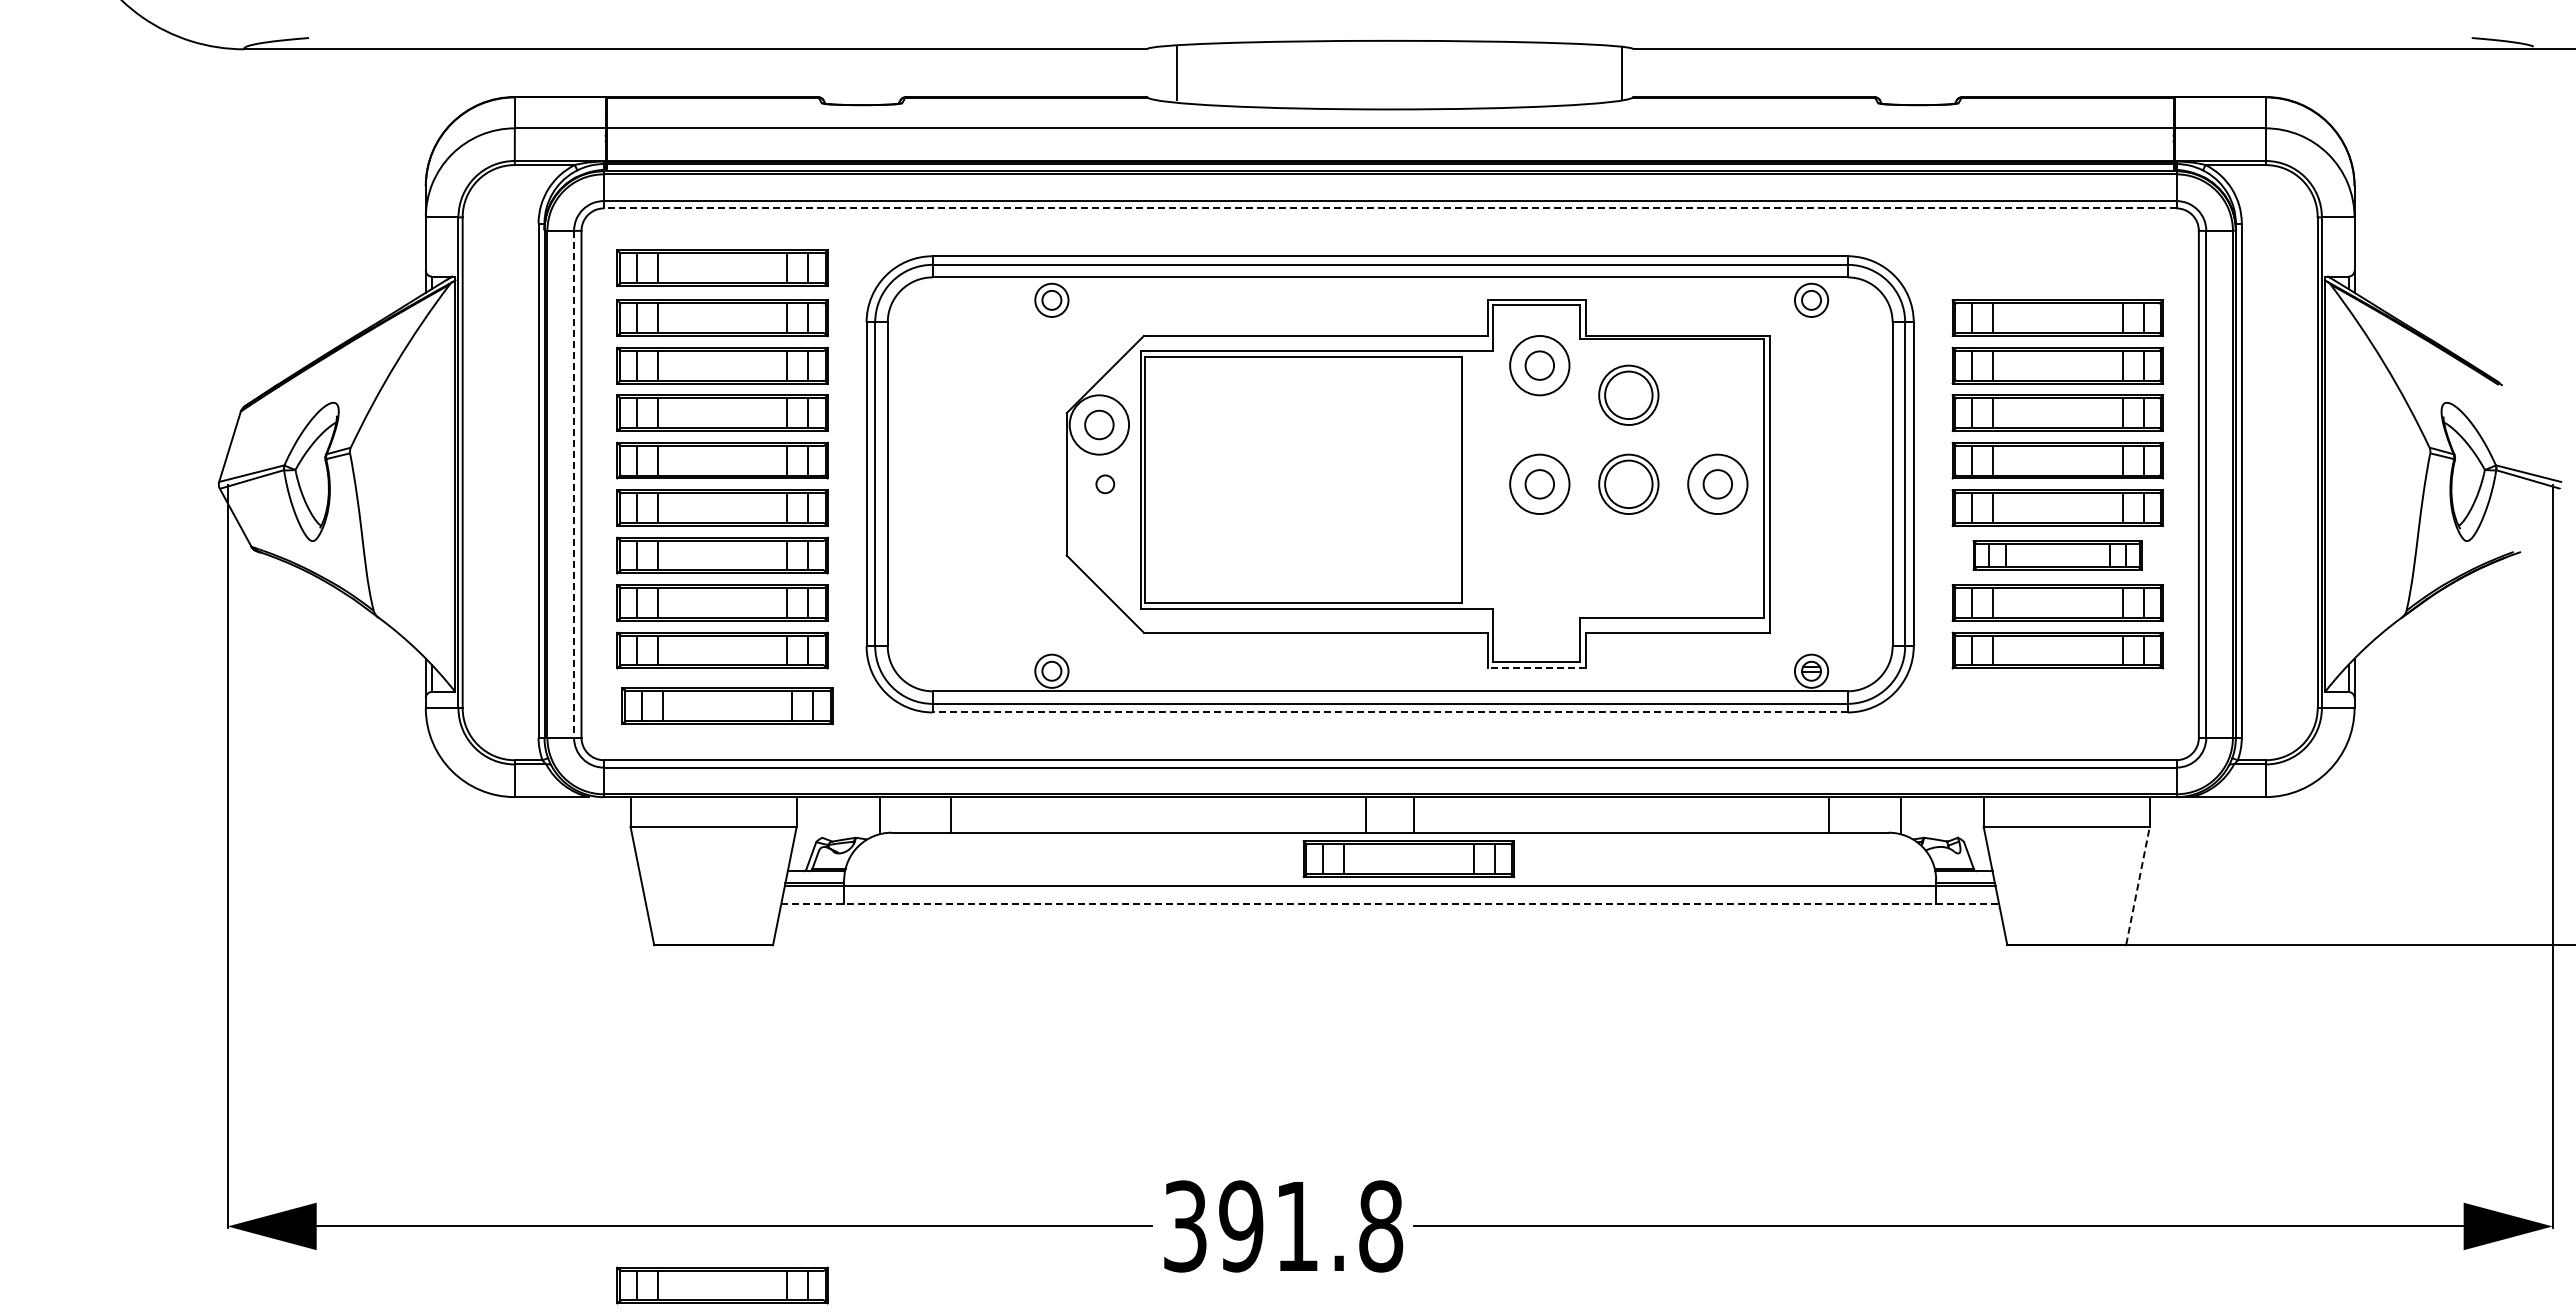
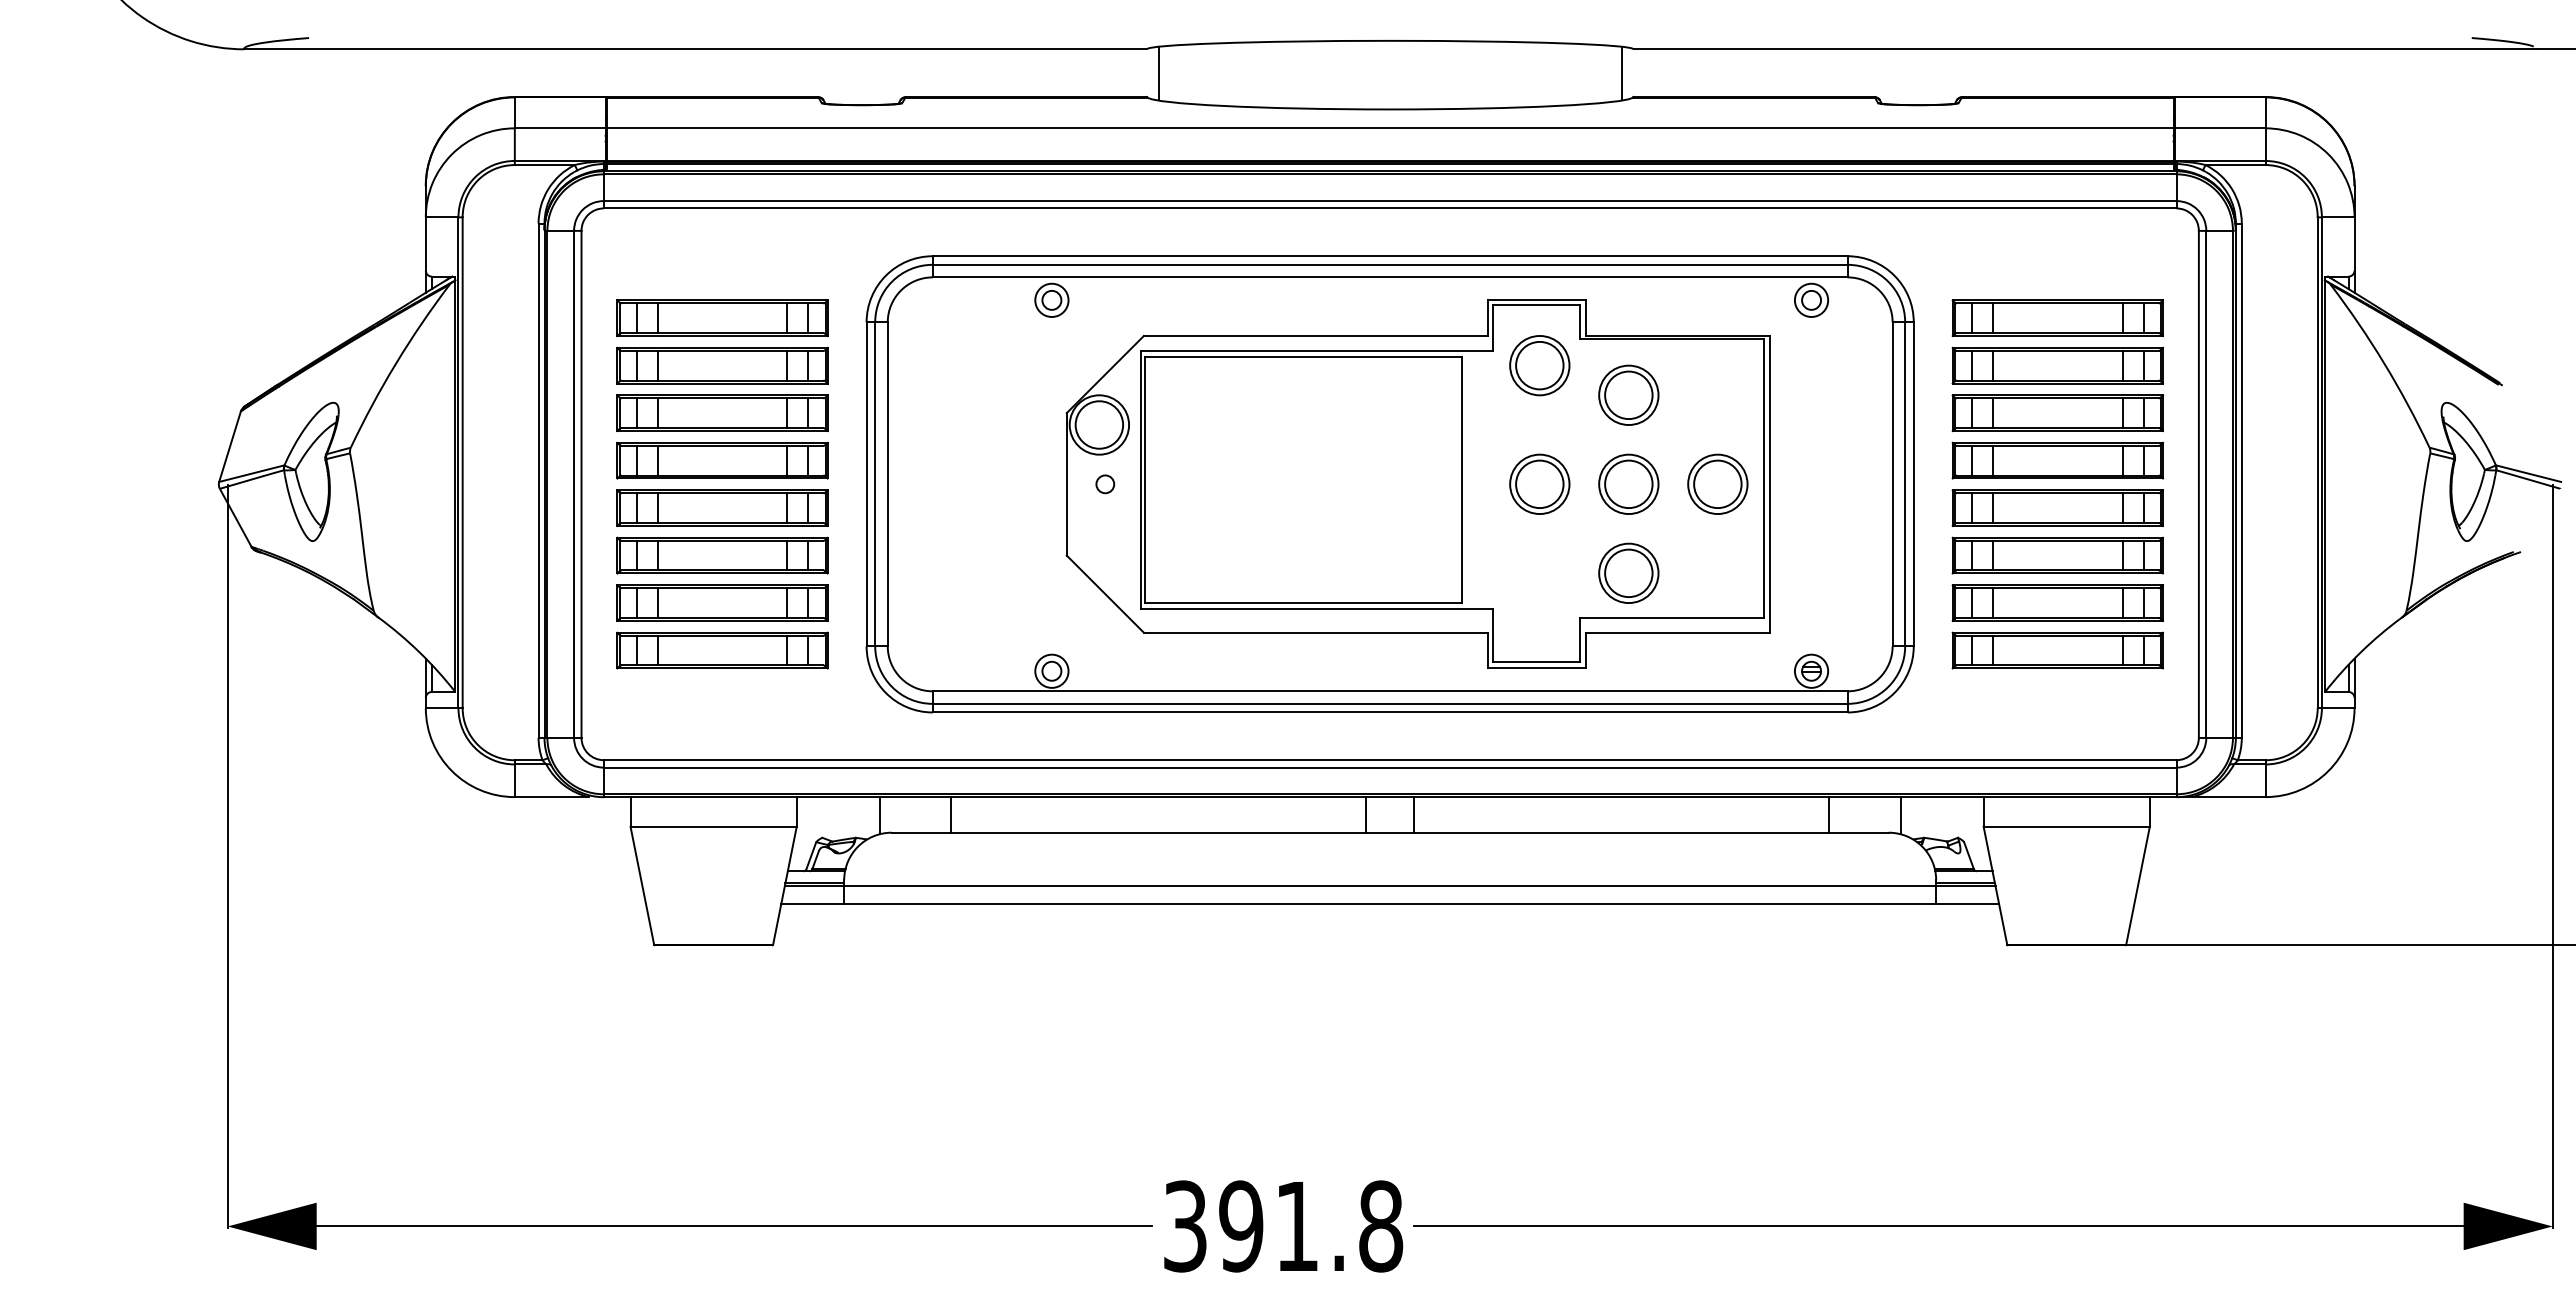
line at (1176, 73) position: (1176, 73) -> (1158, 73)
line at (1389, 208): dashed -> solid
part at (722, 268): present -> none
circle at (1539, 365) diameter: 28 px -> 47 px
circle at (1099, 424) diameter: 28 px -> 47 px
line at (574, 484): dashed -> solid
circle at (1539, 484) diameter: 28 px -> 47 px
circle at (1717, 484) diameter: 28 px -> 47 px
part at (2057, 555) size: 171x31 px -> 213x39 px
part at (1628, 572): none -> present
line at (1537, 668): dashed -> solid
part at (727, 705): present -> none
line at (1389, 712): dashed -> solid
part at (1408, 859): present -> none
line at (2138, 885): dashed -> solid
line at (1390, 903): dashed -> solid
part at (722, 1285): present -> none
